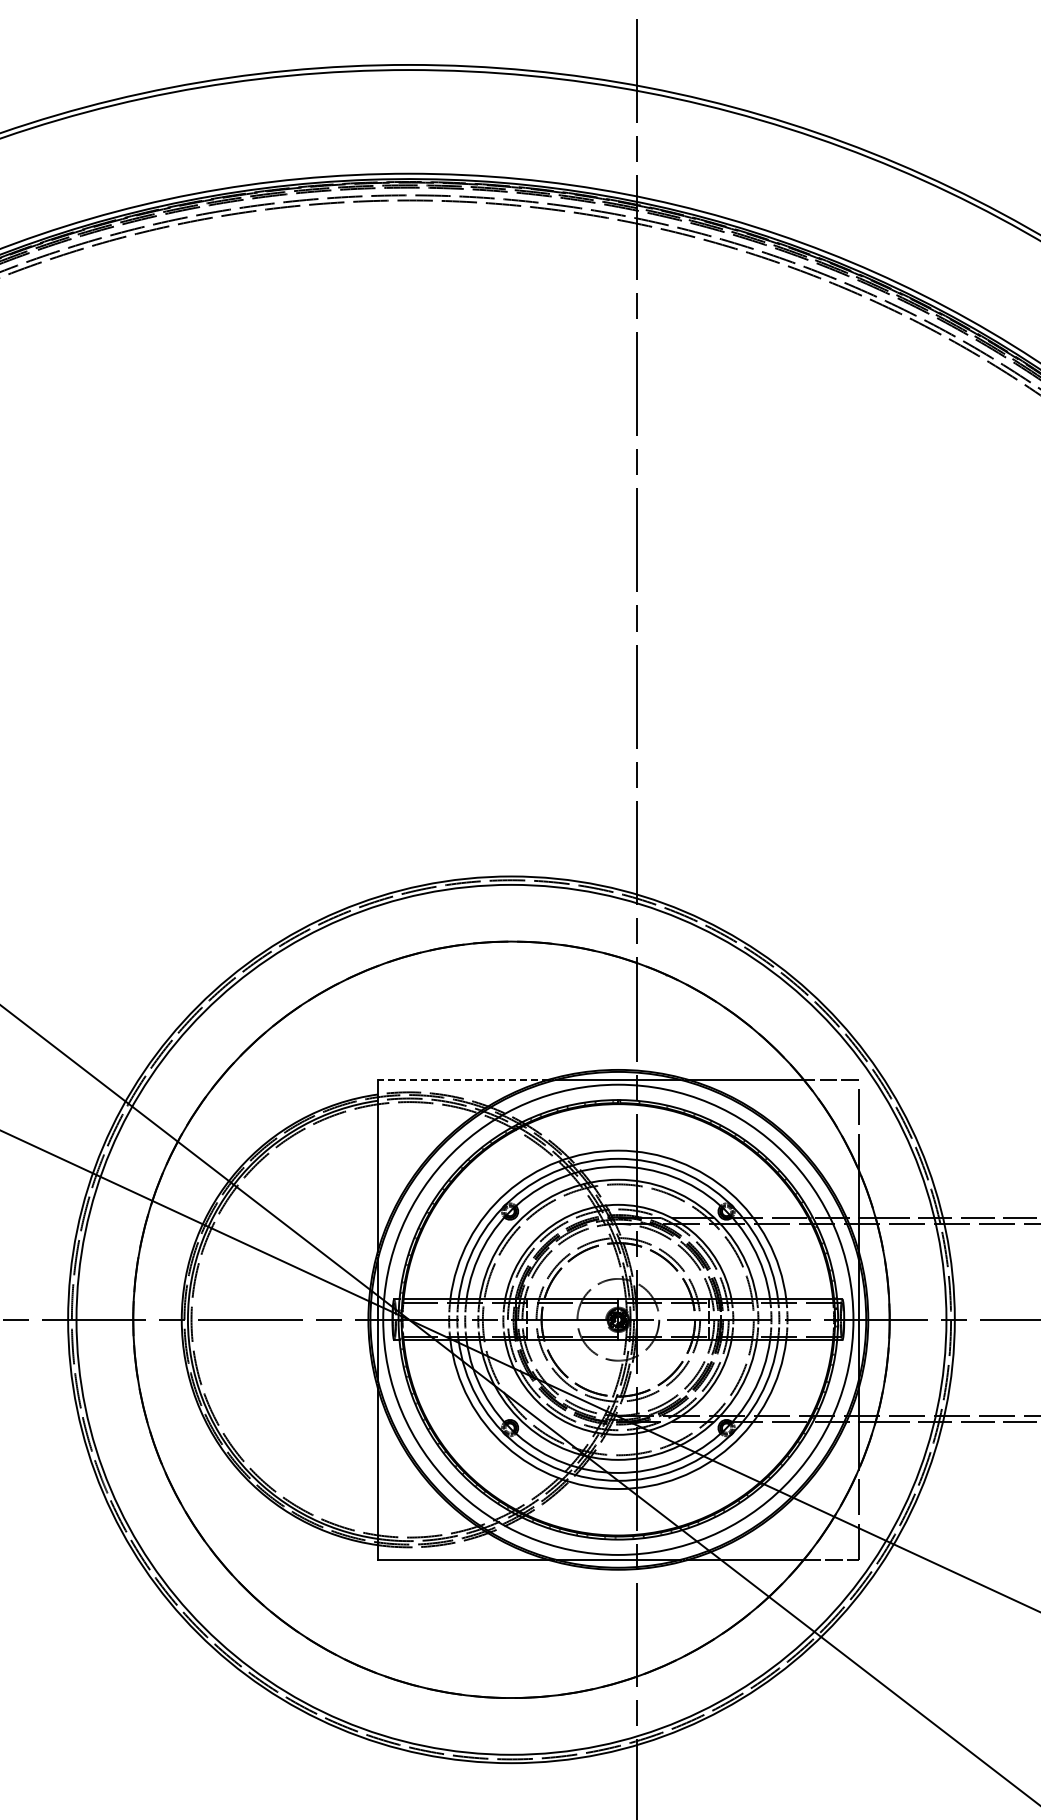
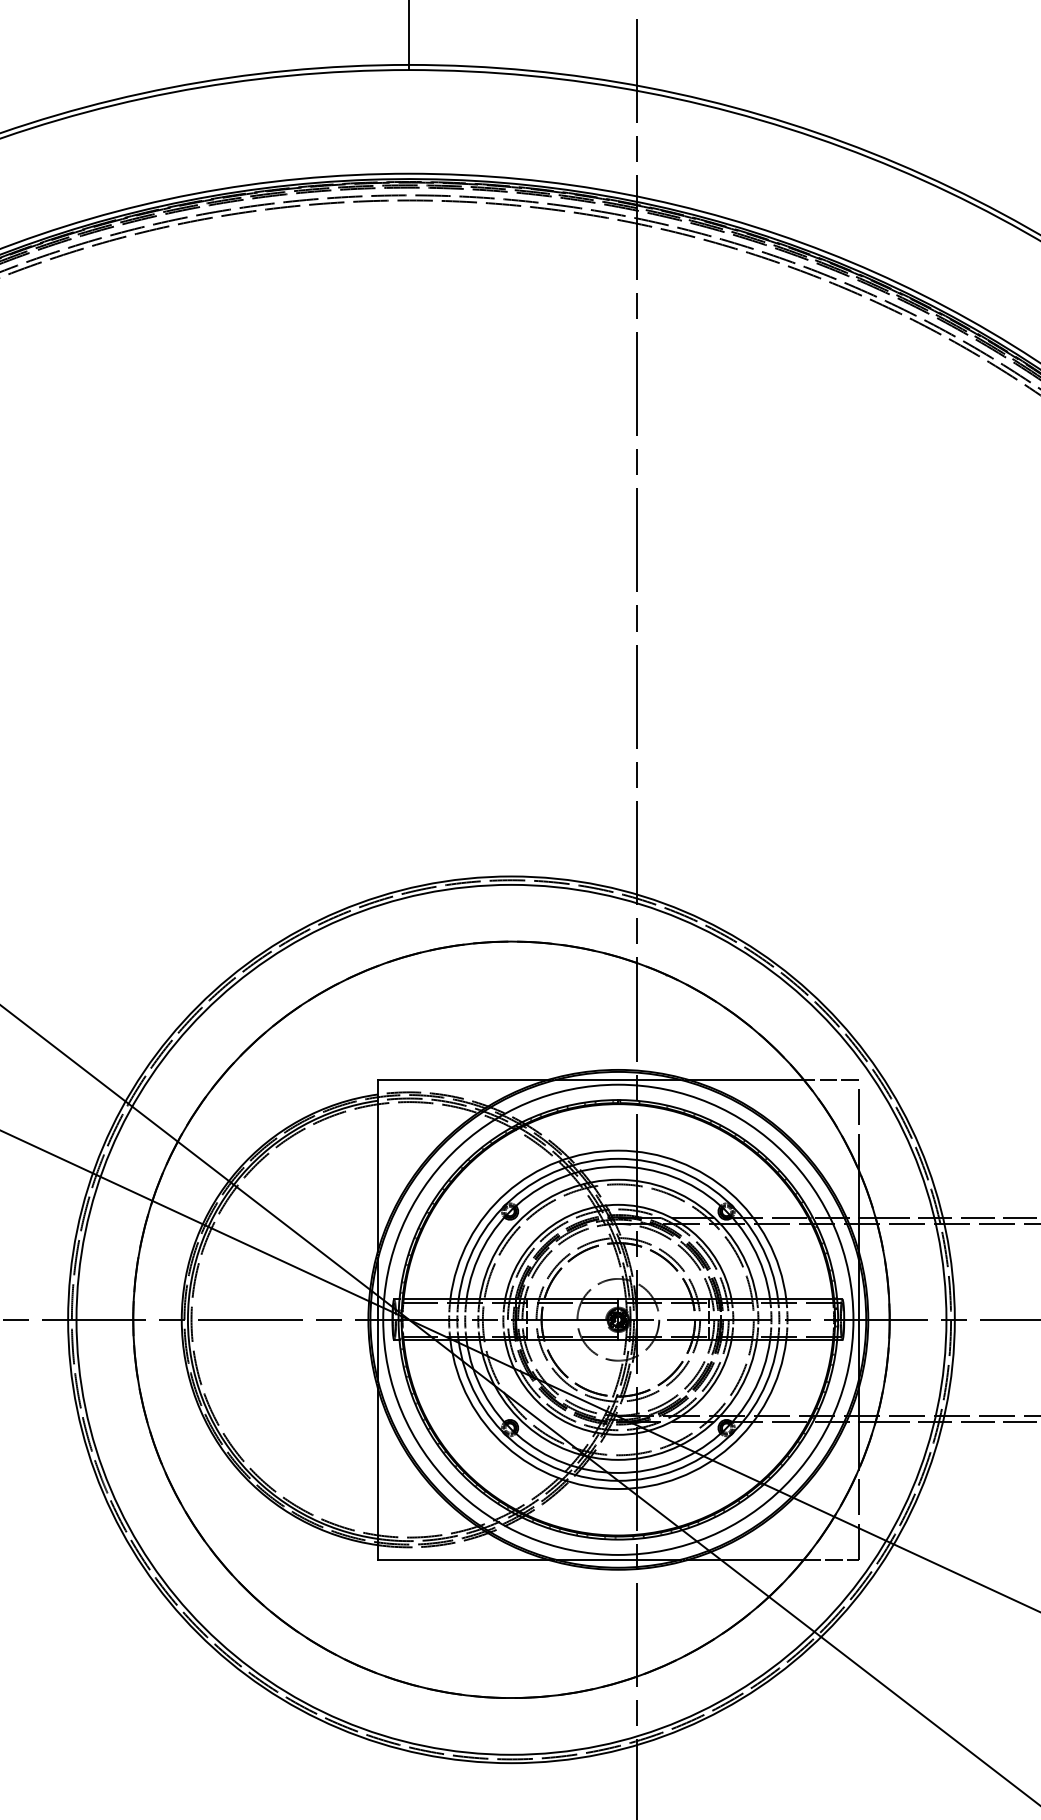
line at (409, 36): none -> present
line at (463, 1079): dashed -> solid
